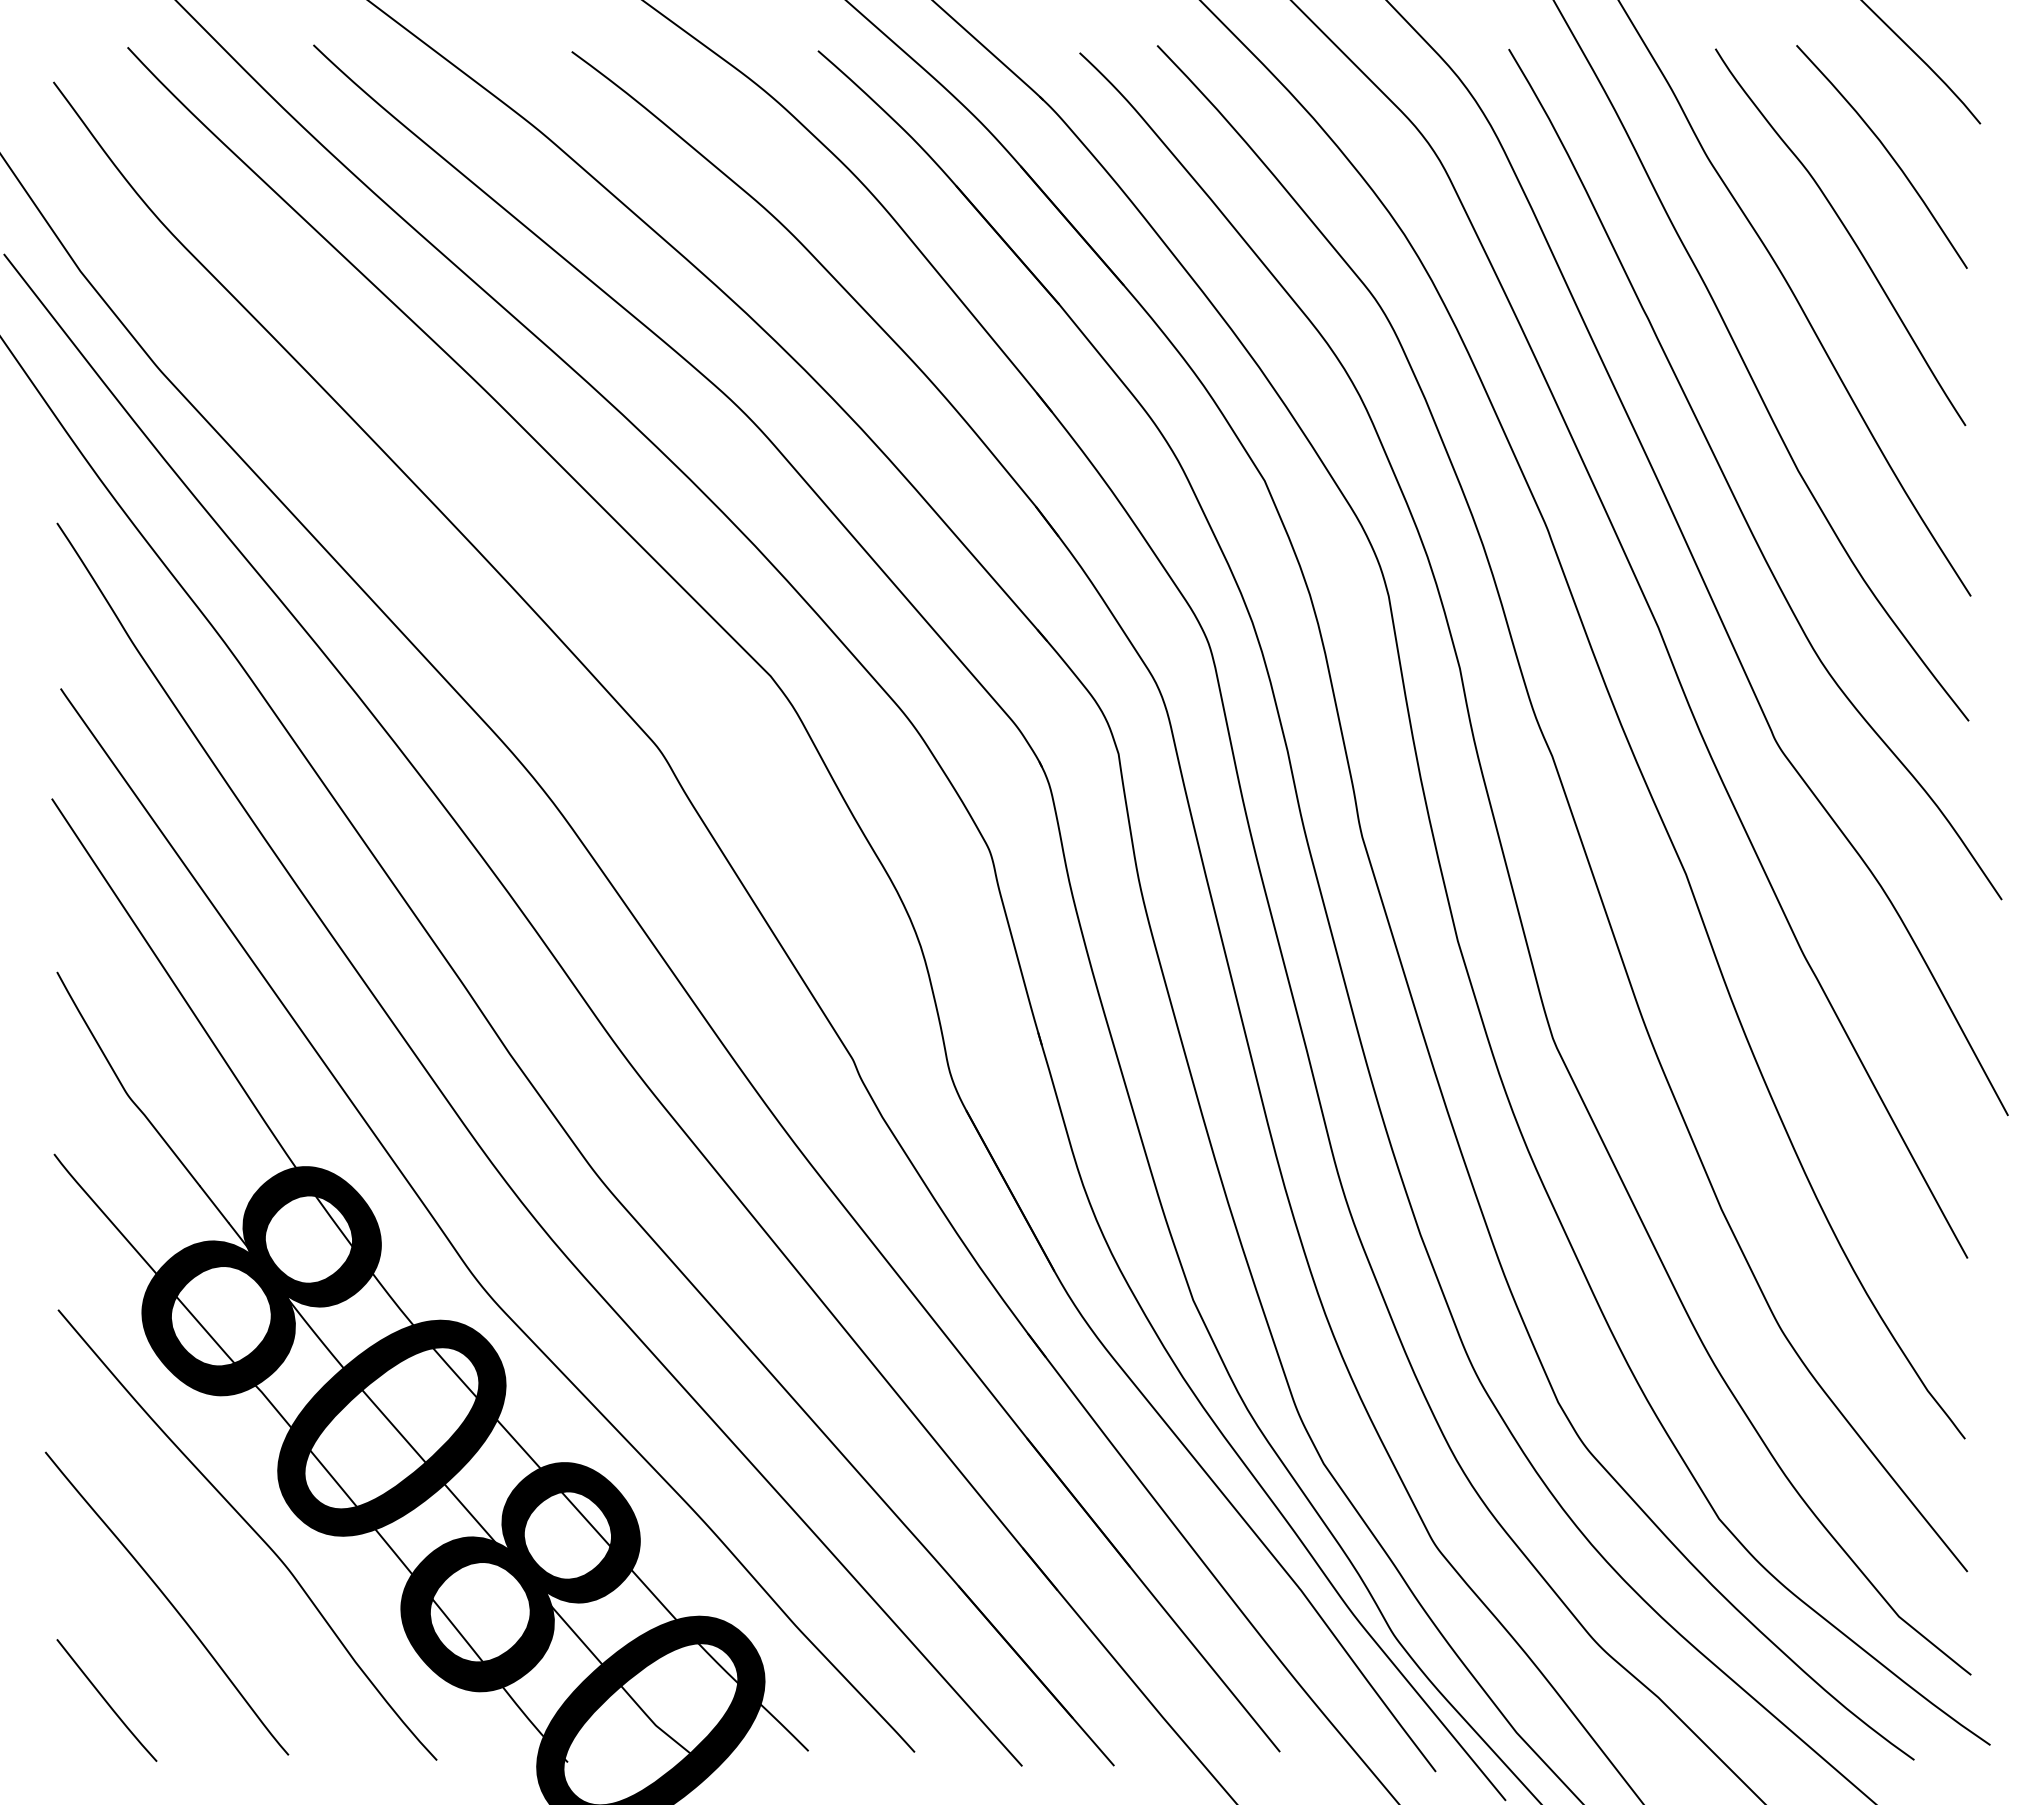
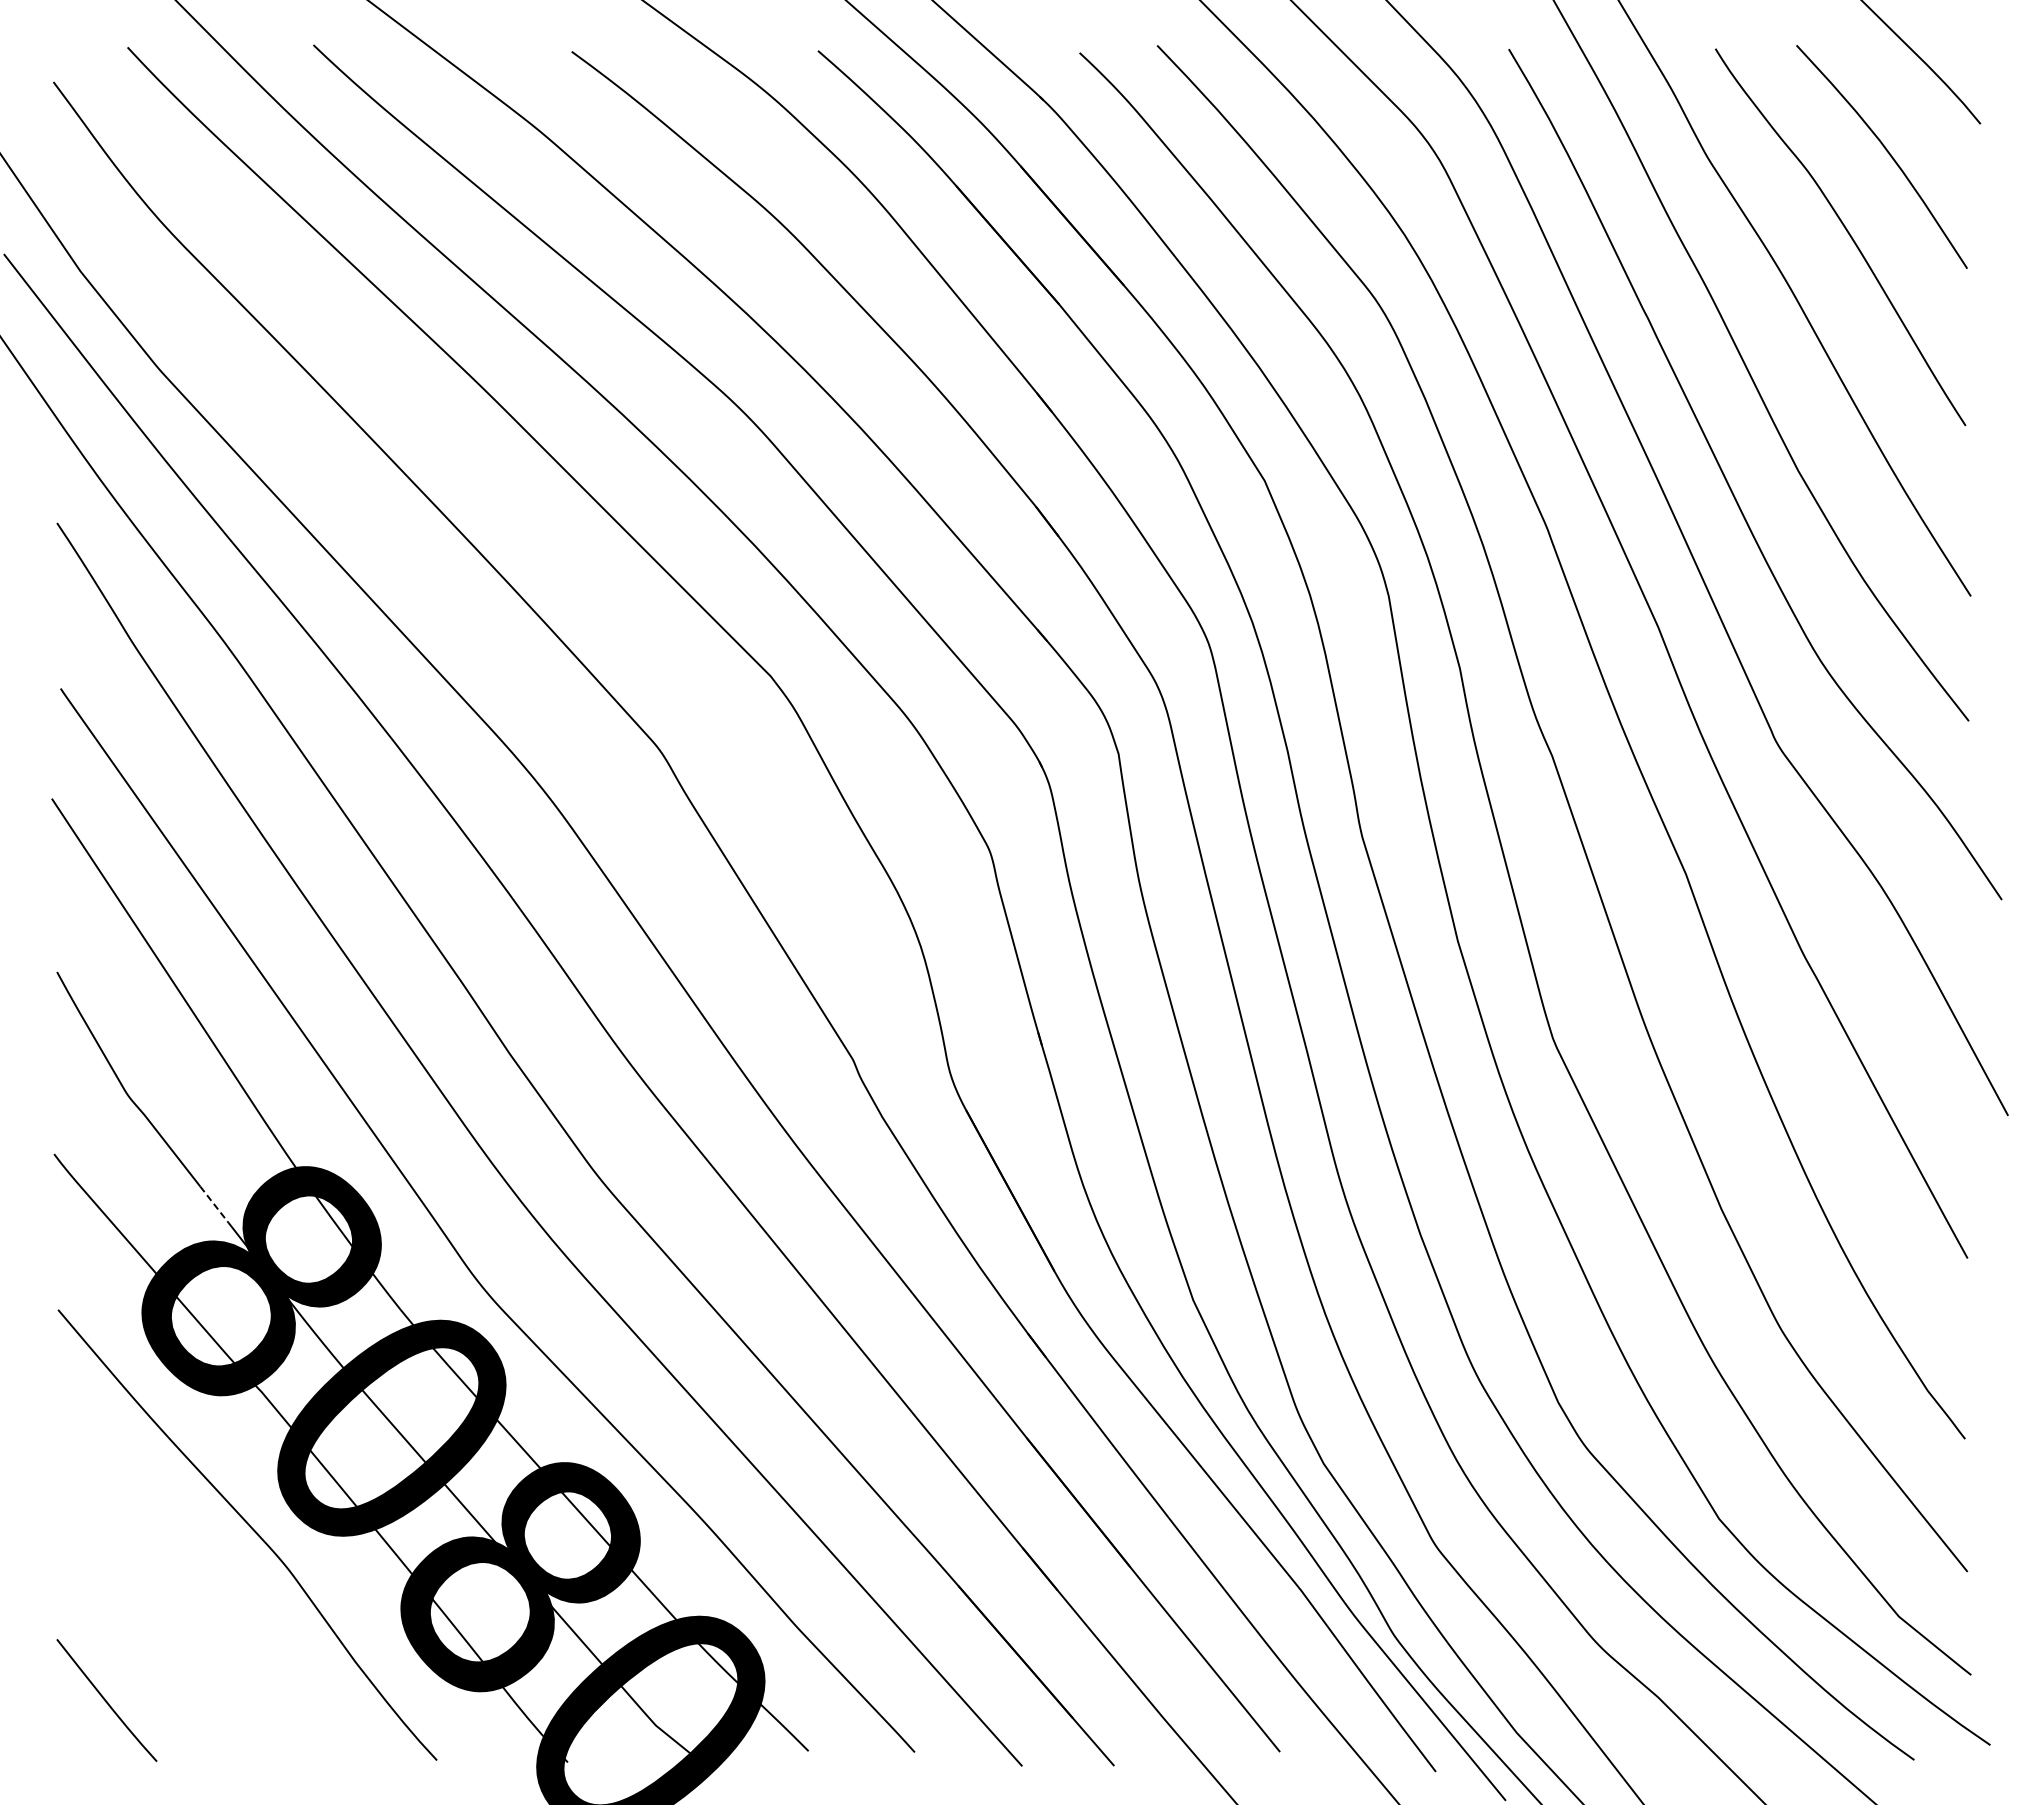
line at (214, 1205): solid -> dashed
curve at (168, 1601): present -> none
